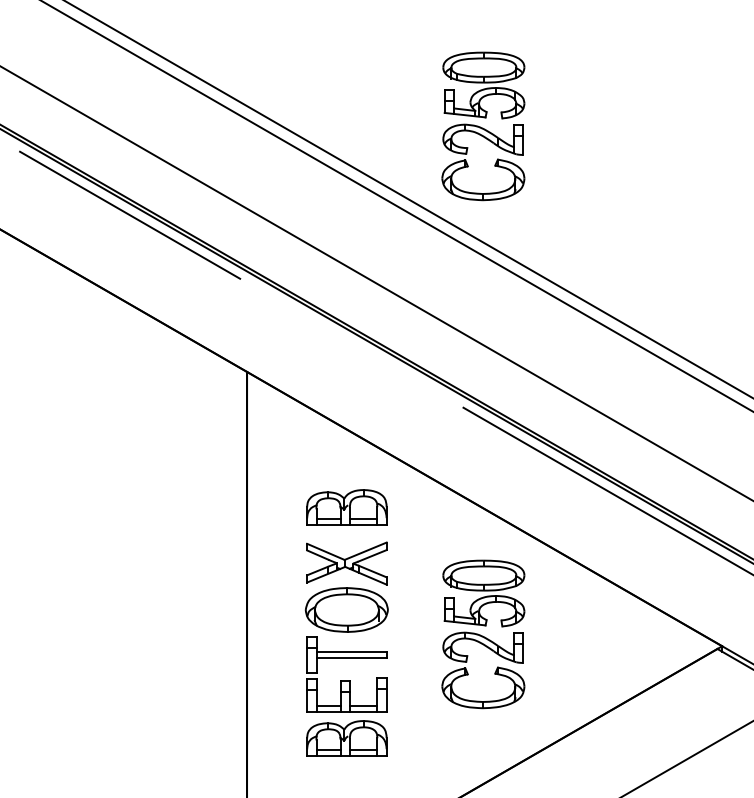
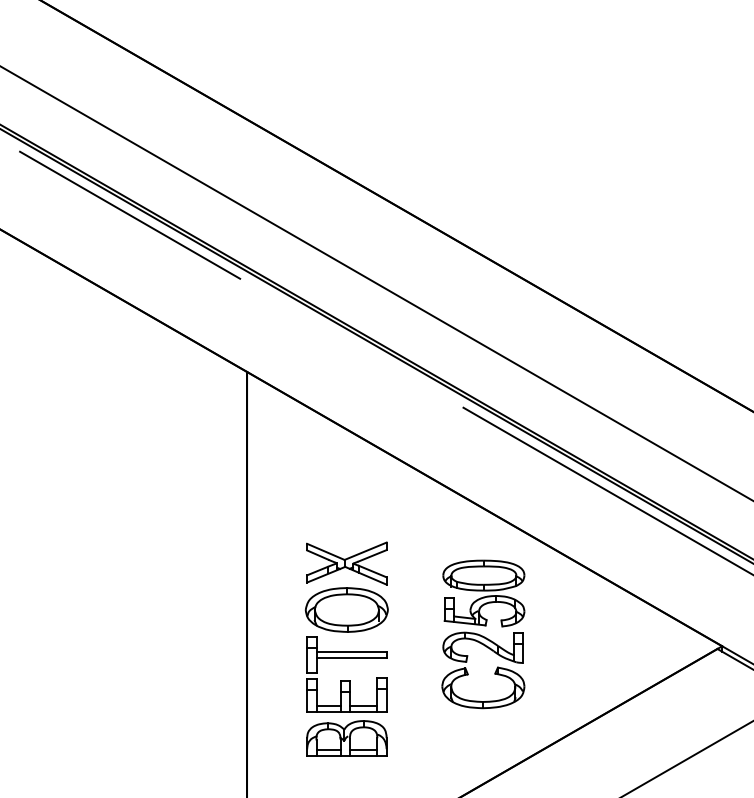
part at (483, 126): present -> none
line at (408, 199) position: (408, 199) -> (396, 206)
part at (346, 507): present -> none
